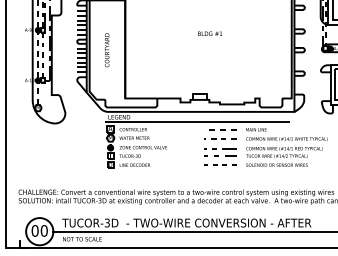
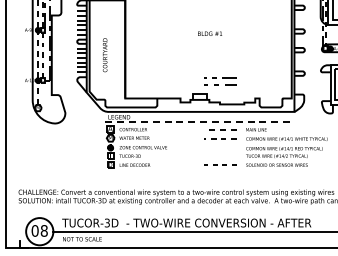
text at (106, 50) position: (106, 50) -> (104, 55)
line at (198, 122): solid -> dashed
part at (220, 152) position: (220, 152) -> (220, 81)
text at (43, 230): 00 -> 08
